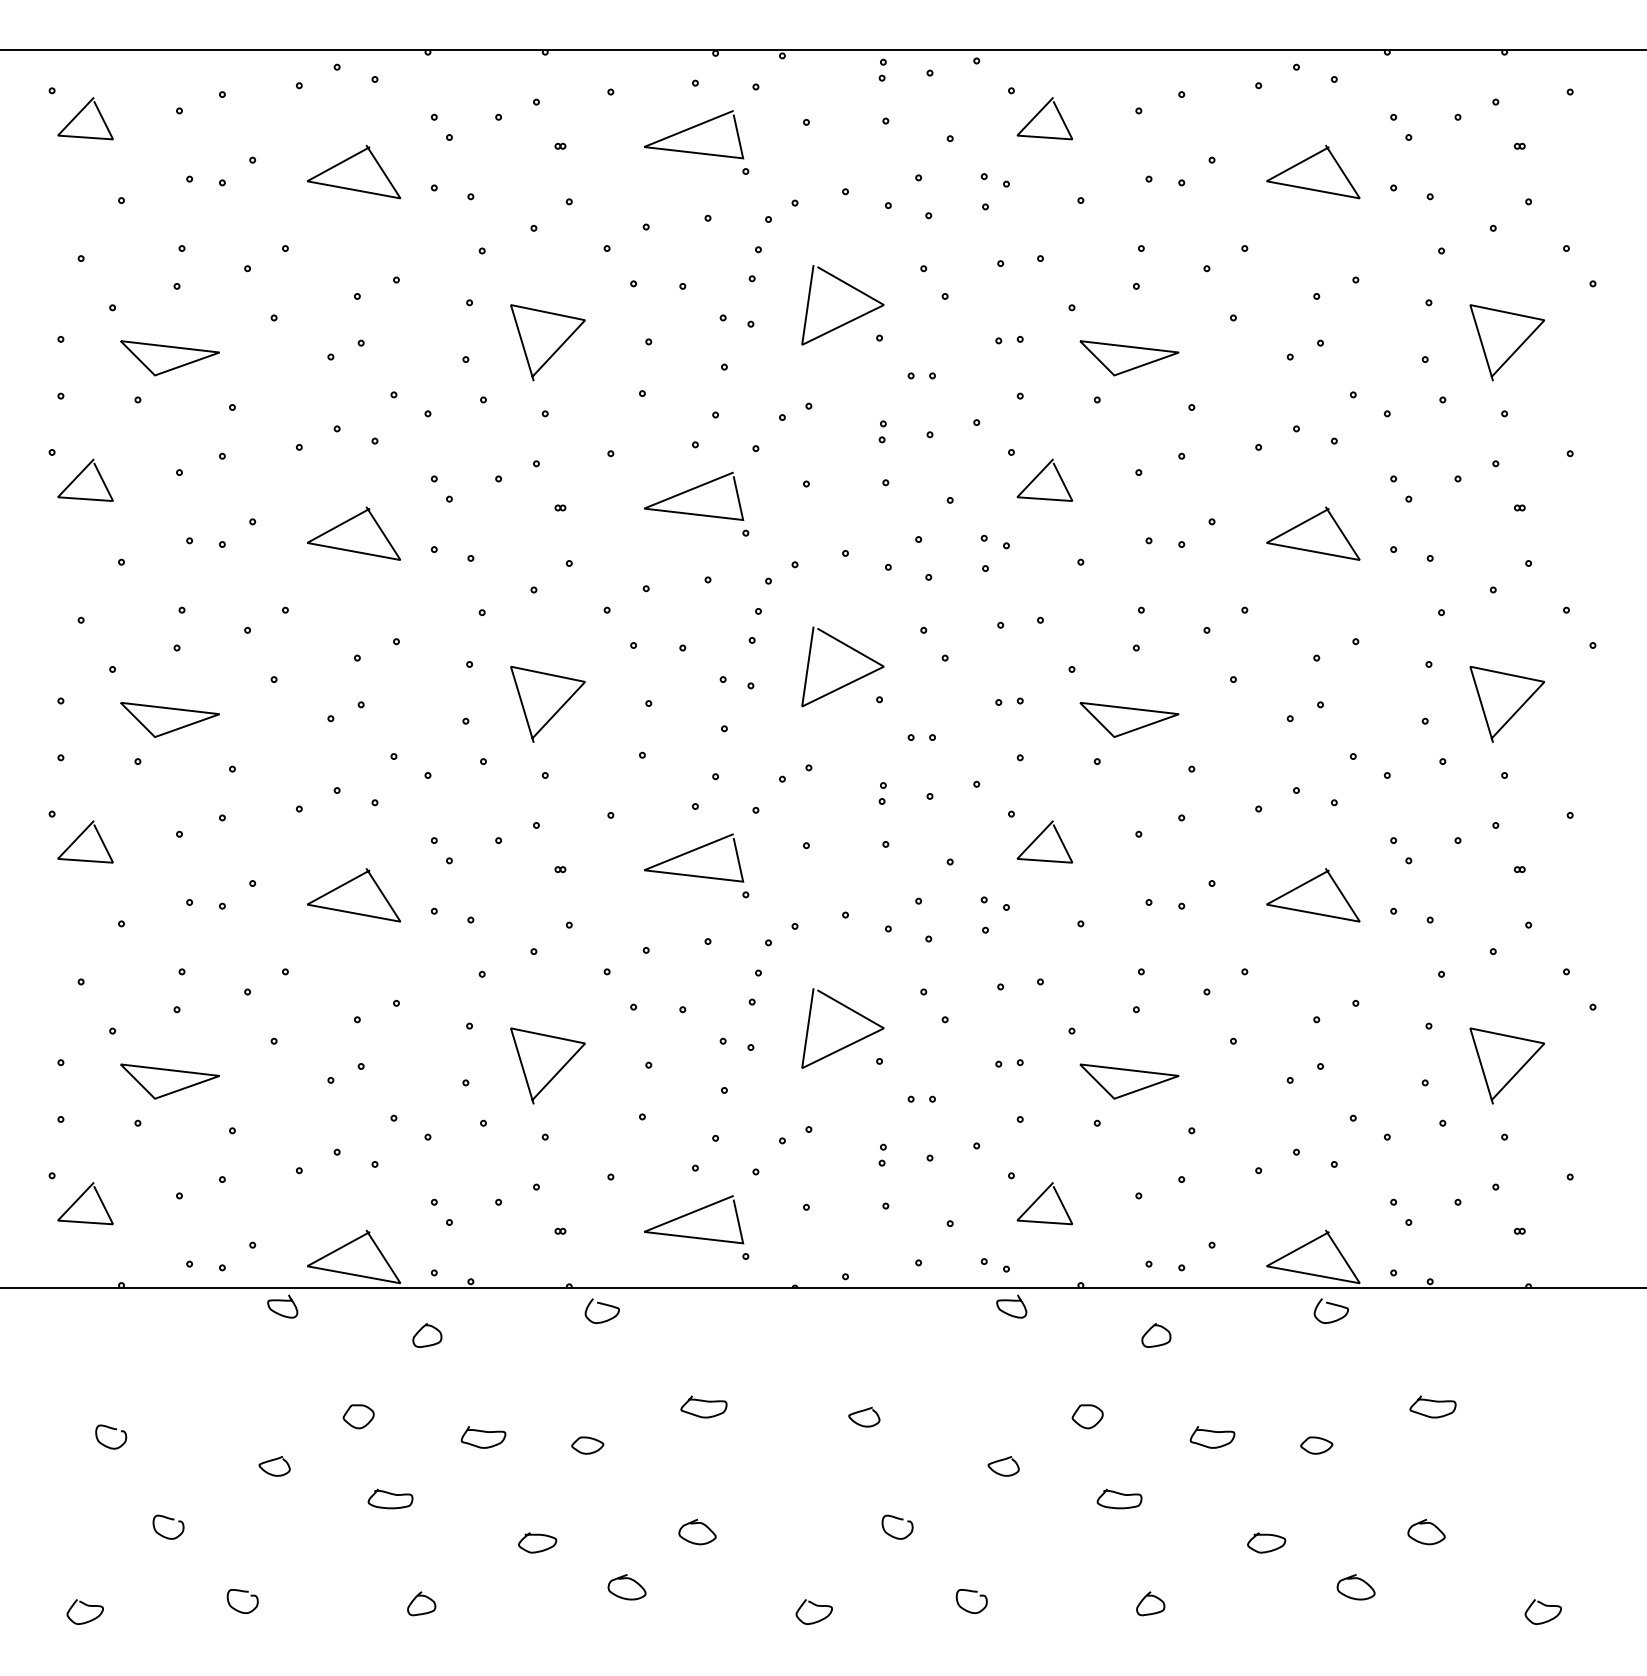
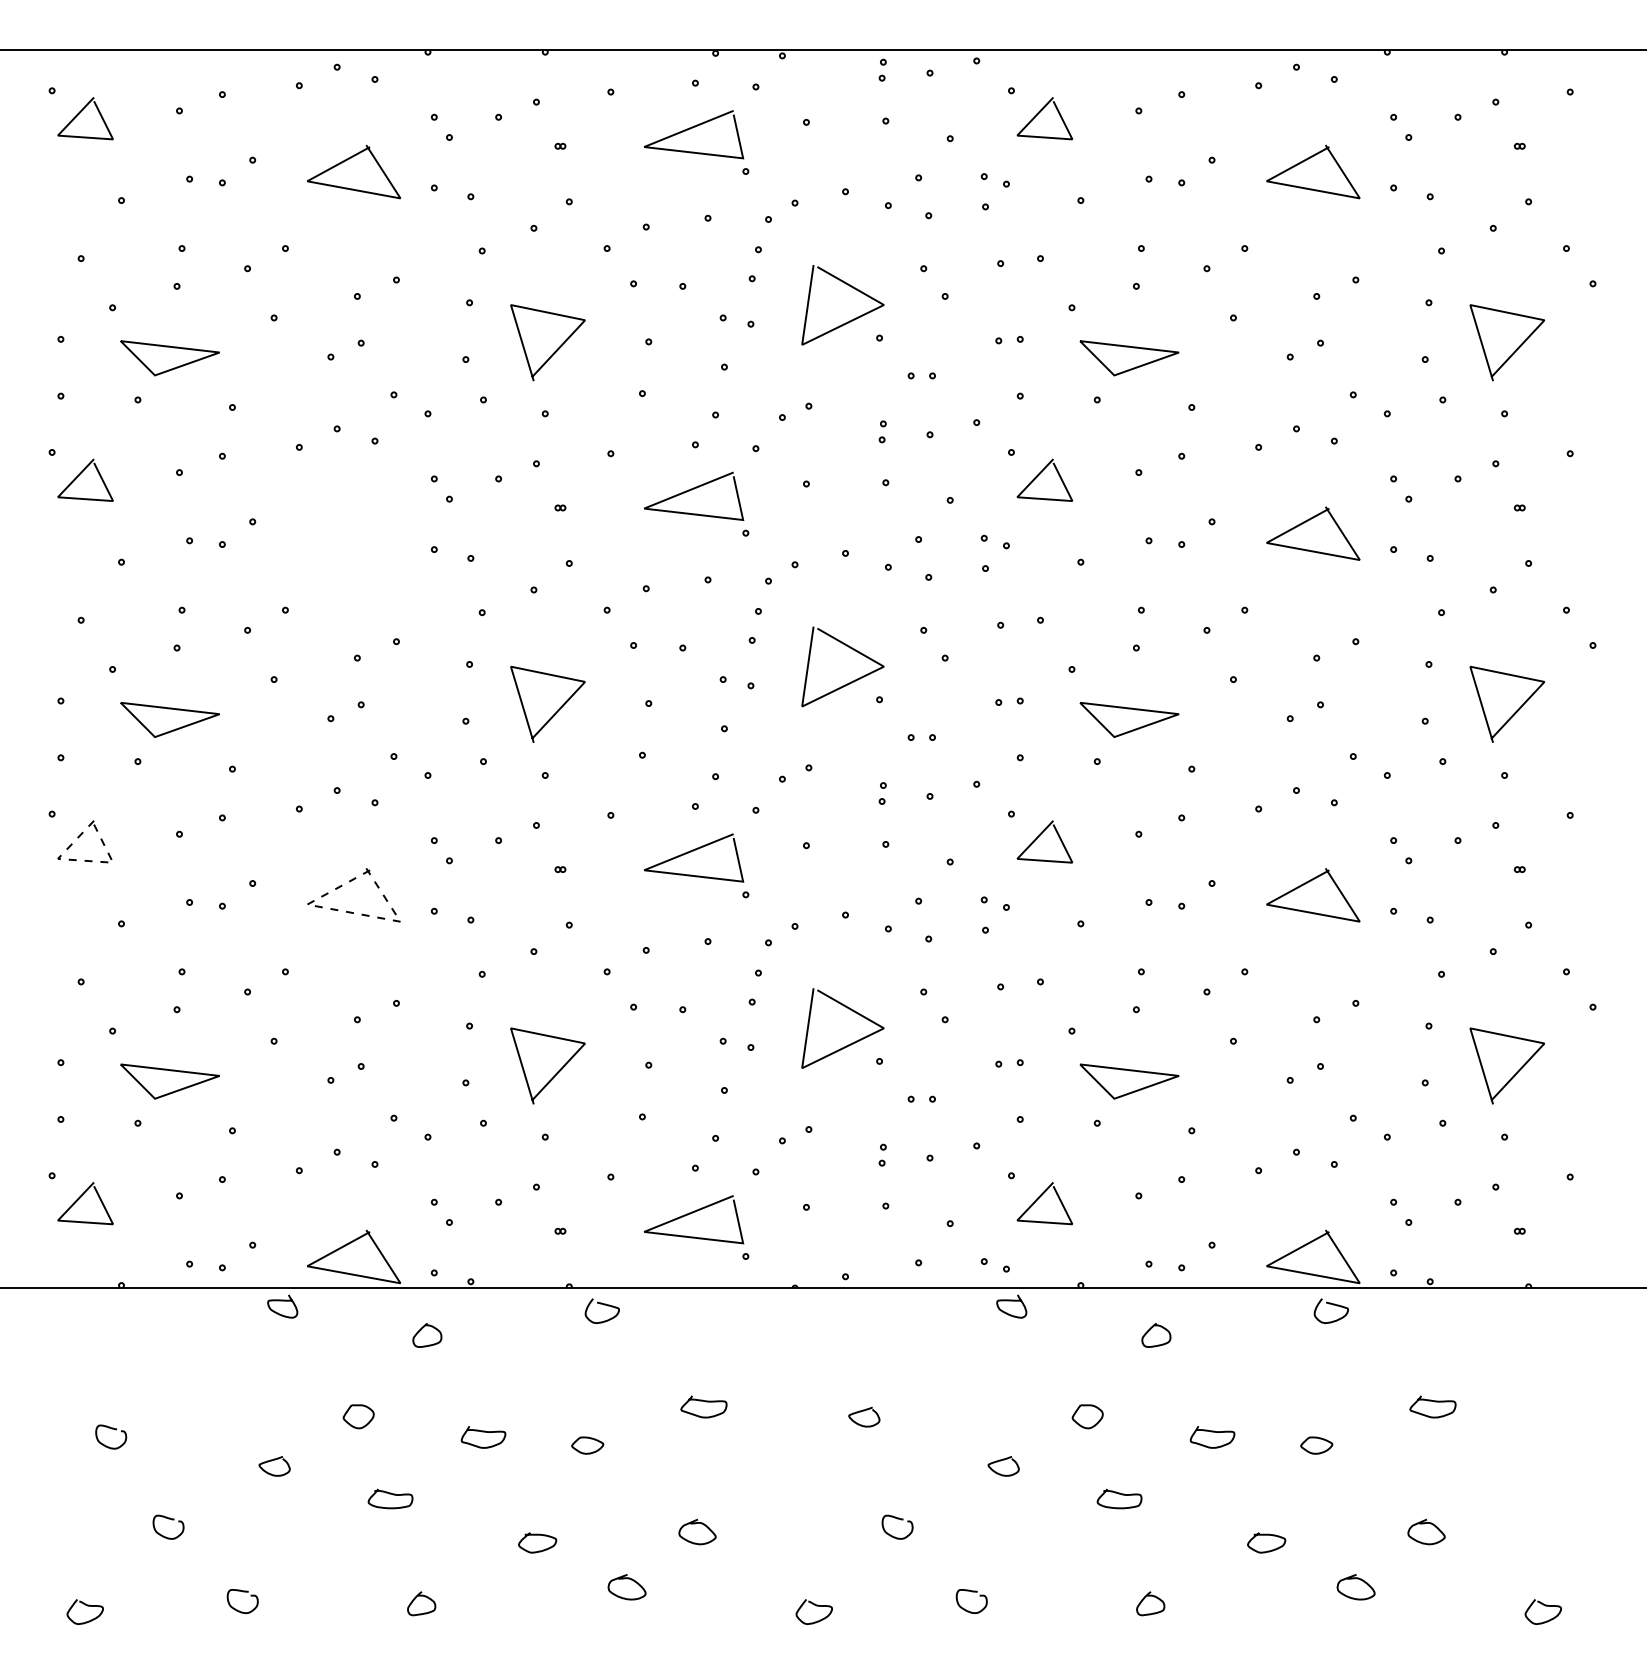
line at (348, 521): present -> none
line at (80, 860): solid -> dashed
line at (350, 912): solid -> dashed
